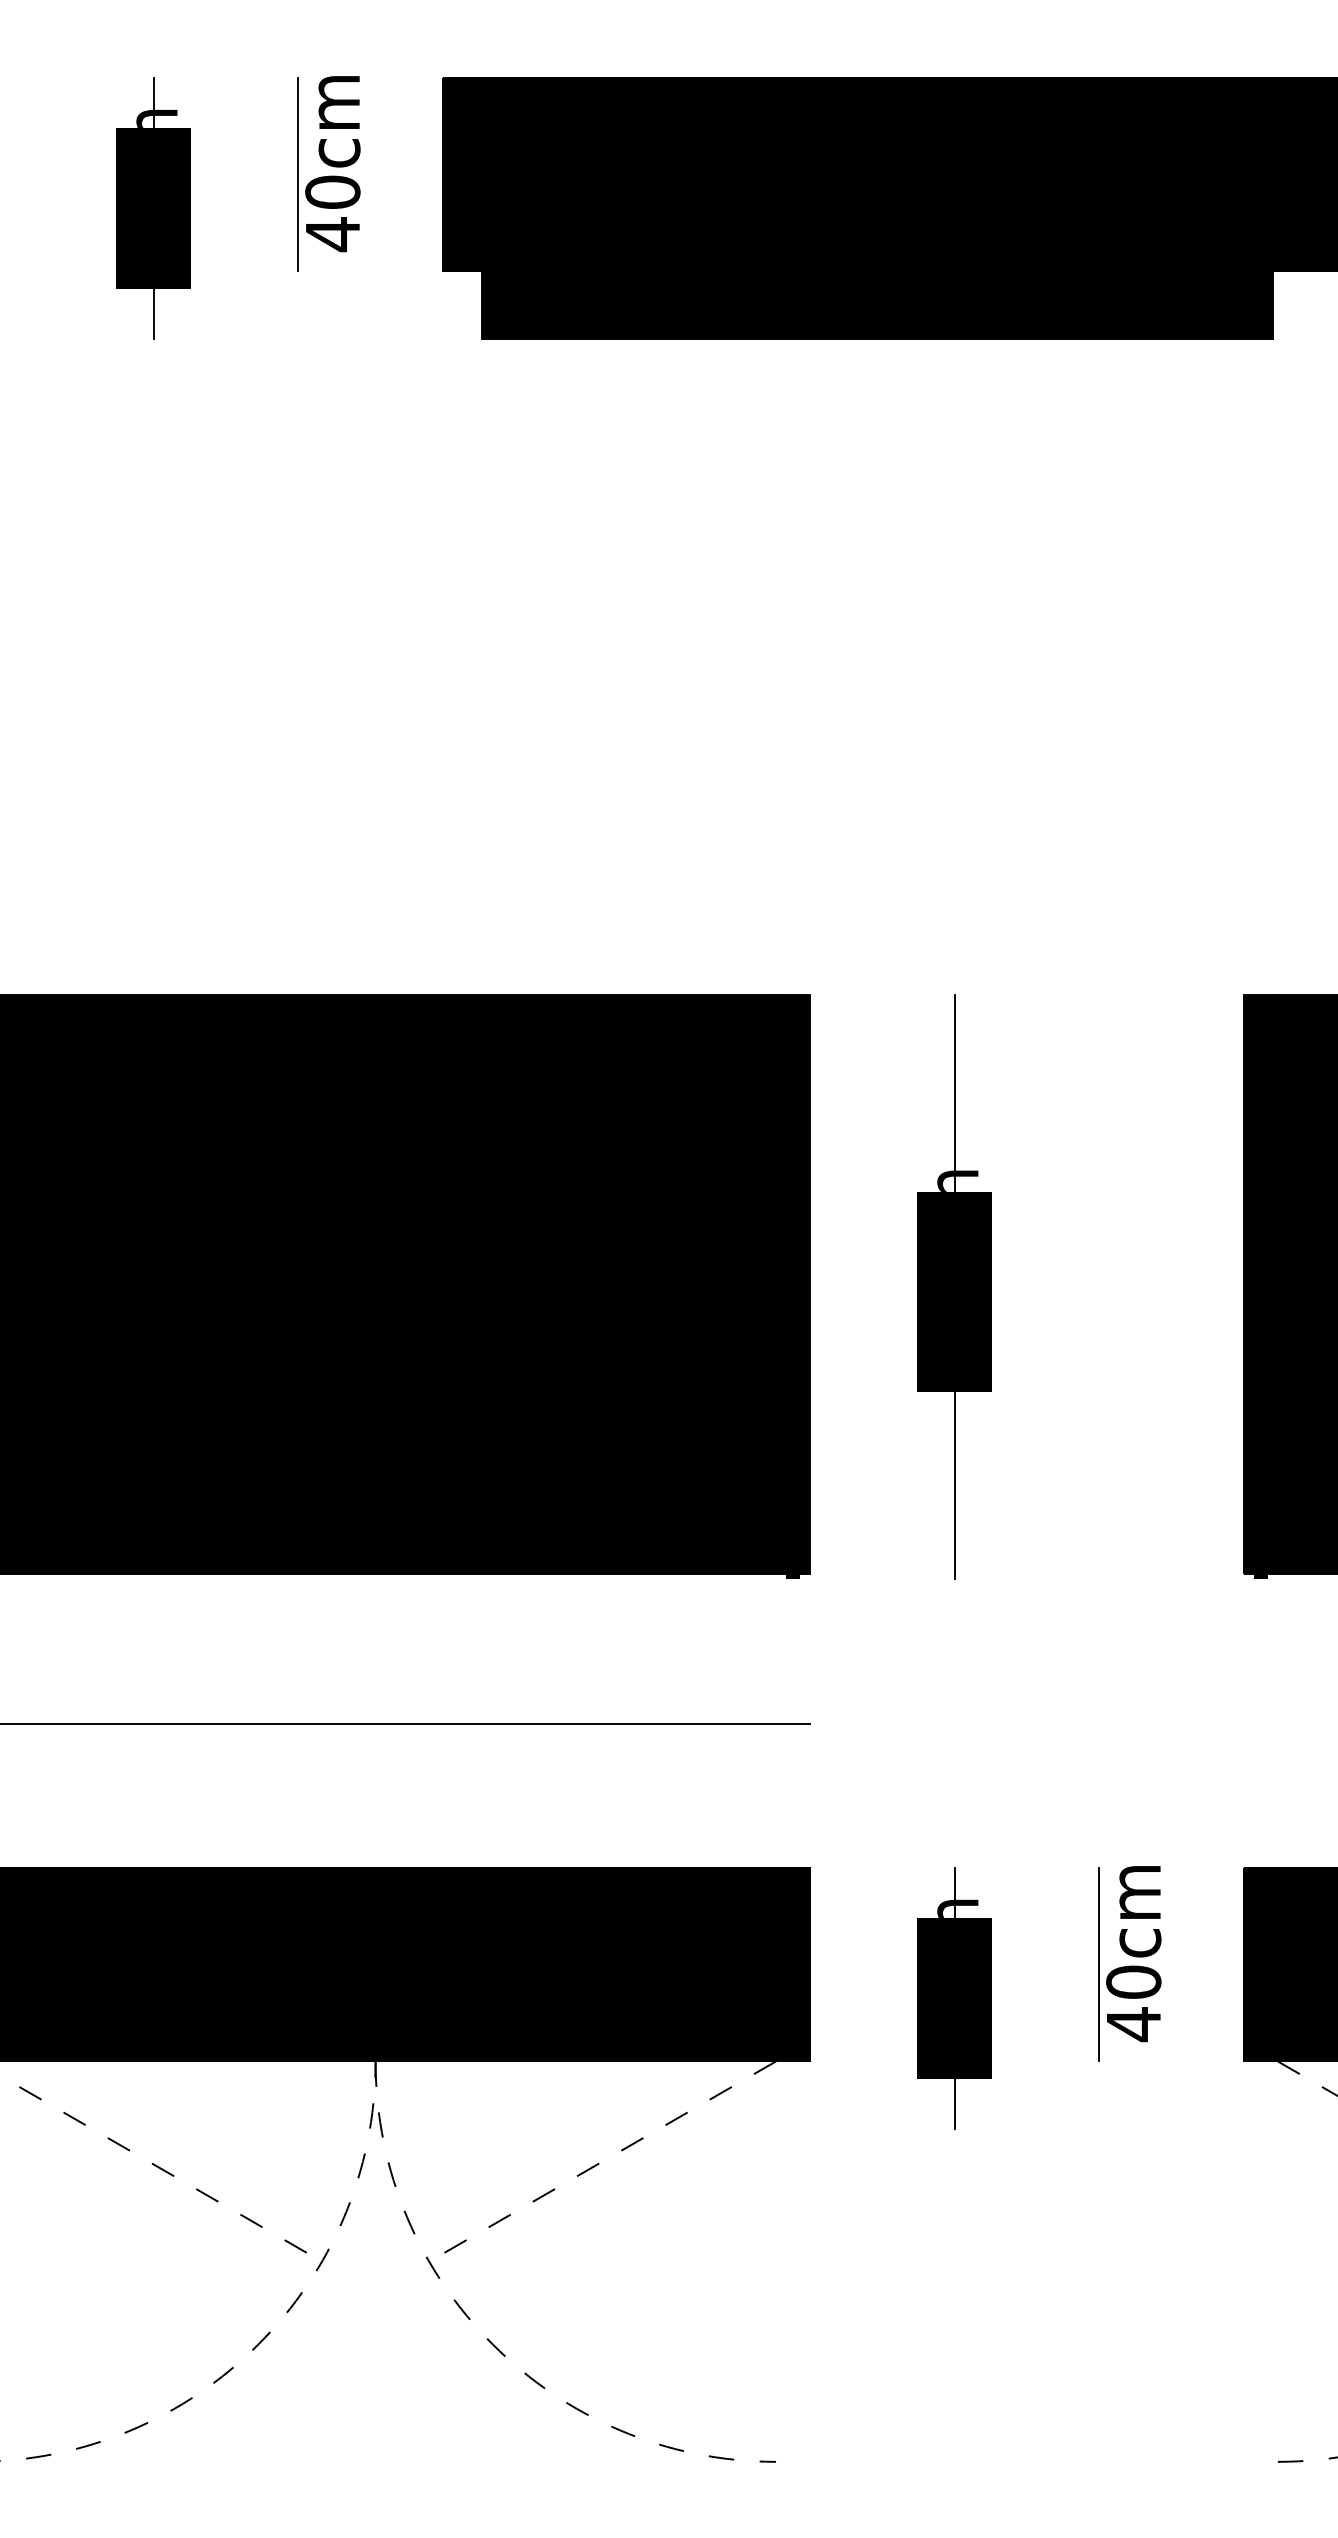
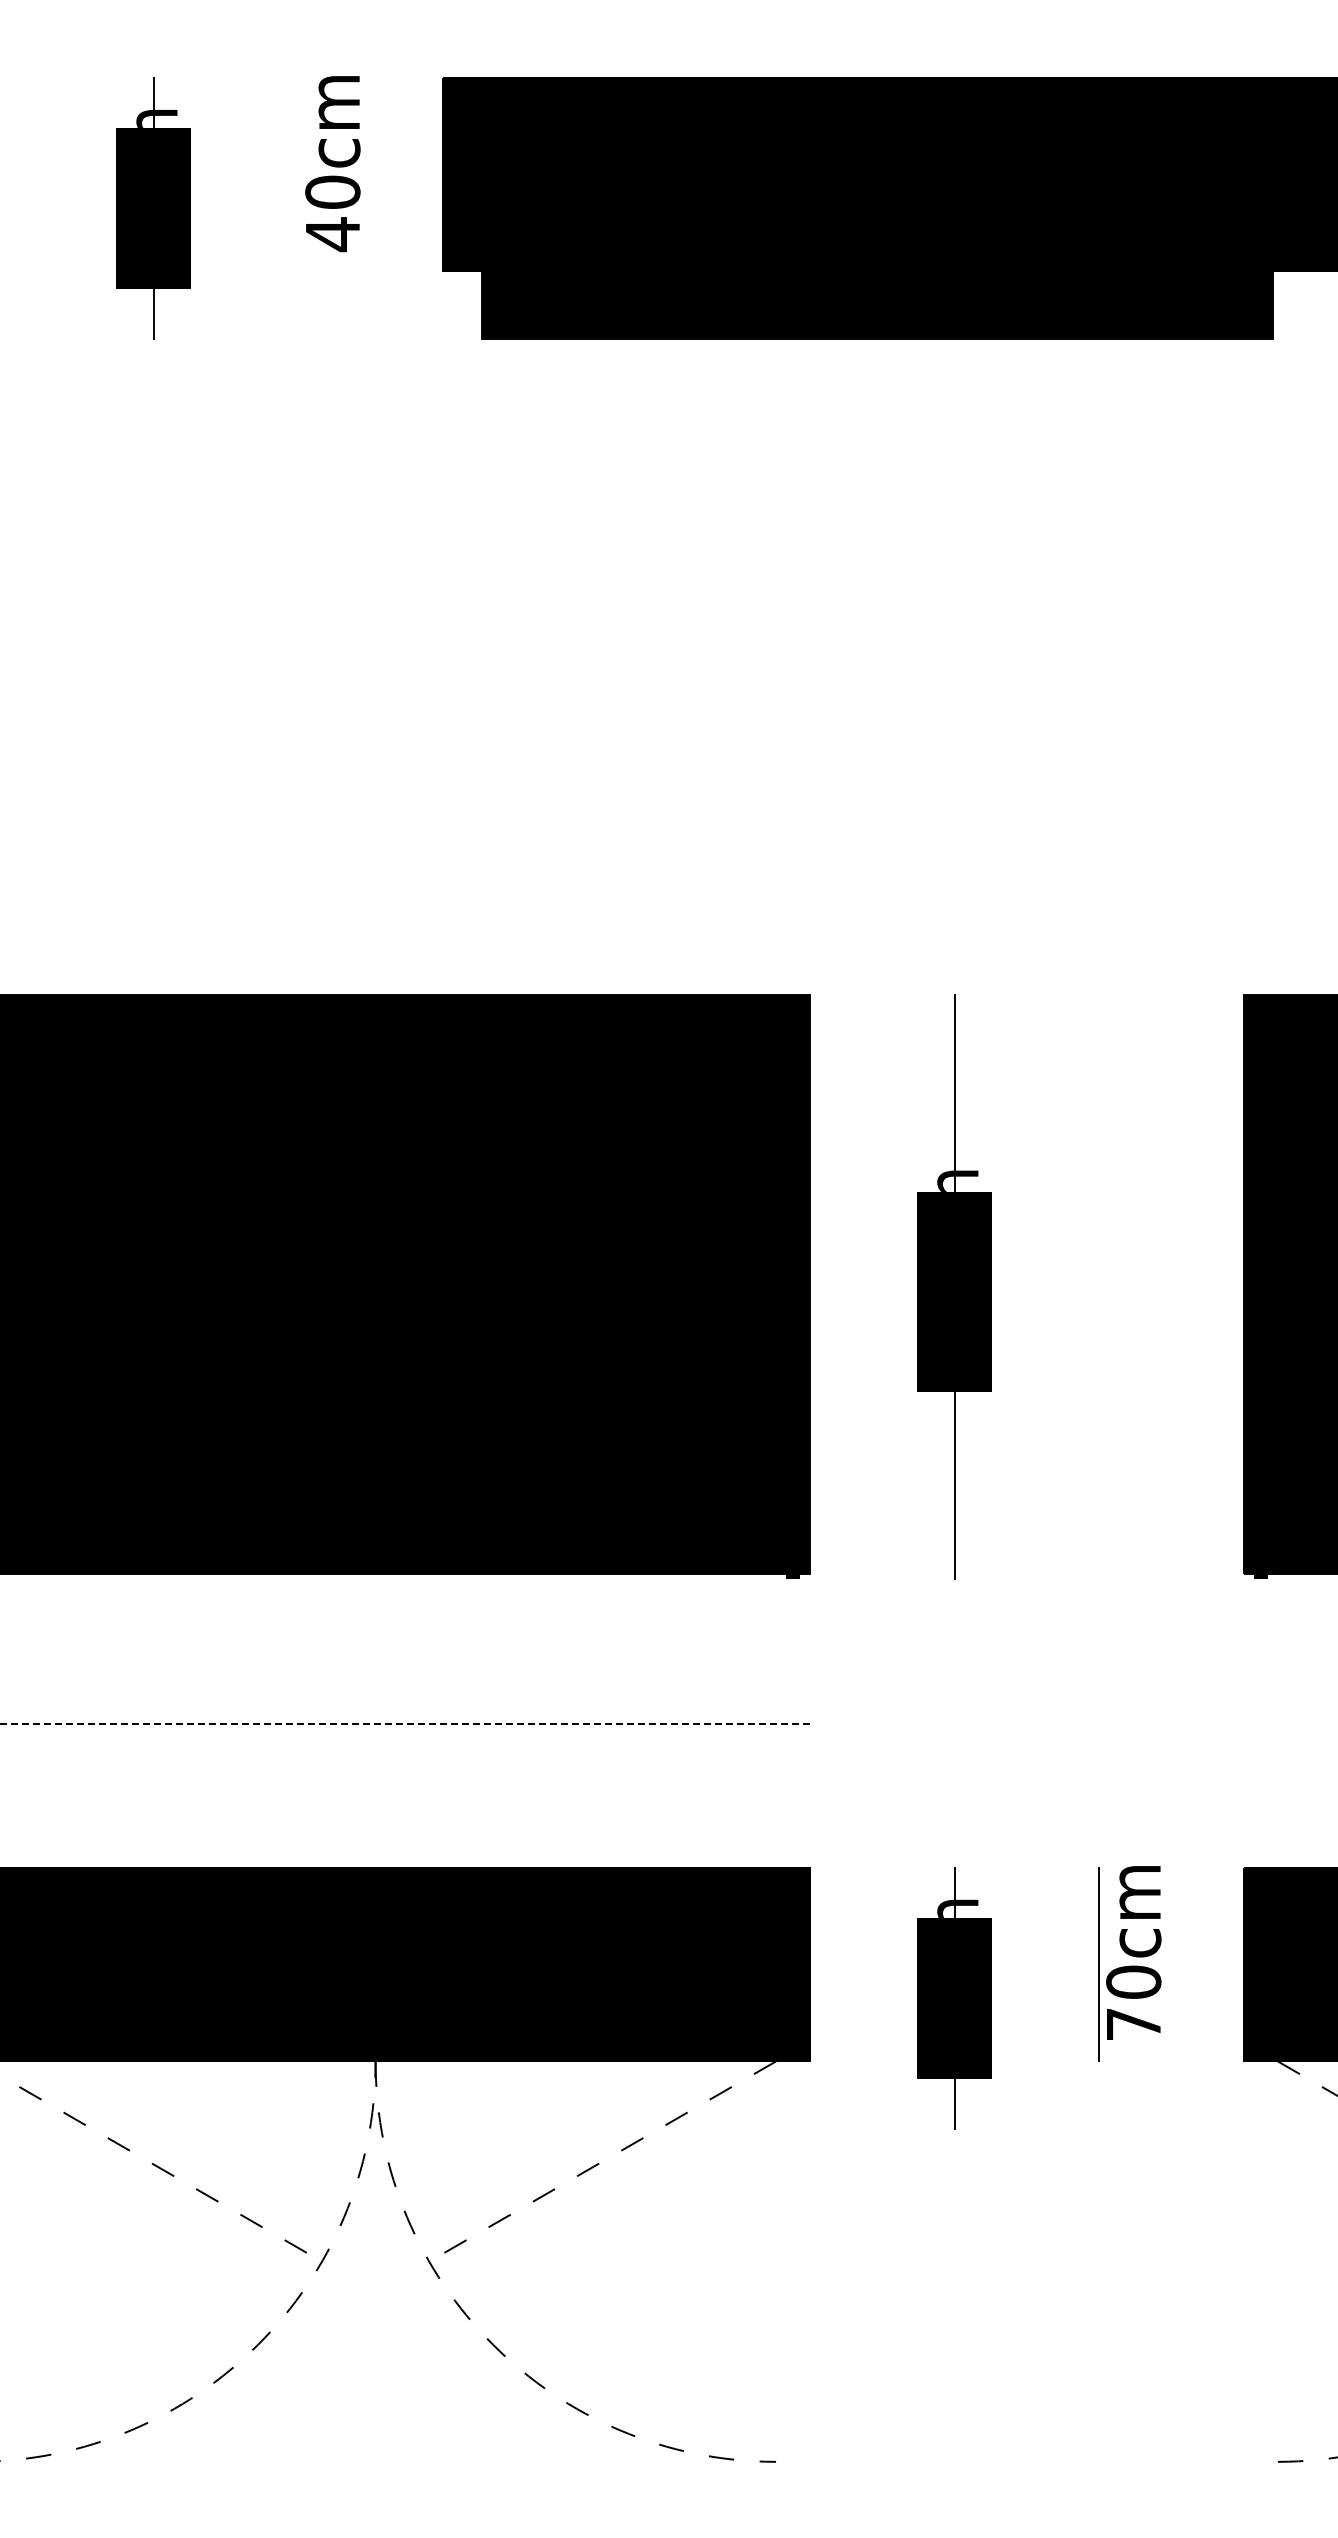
line at (298, 174): present -> none
line at (404, 1723): solid -> dashed
text at (1133, 2024): 40cm -> 70cm
